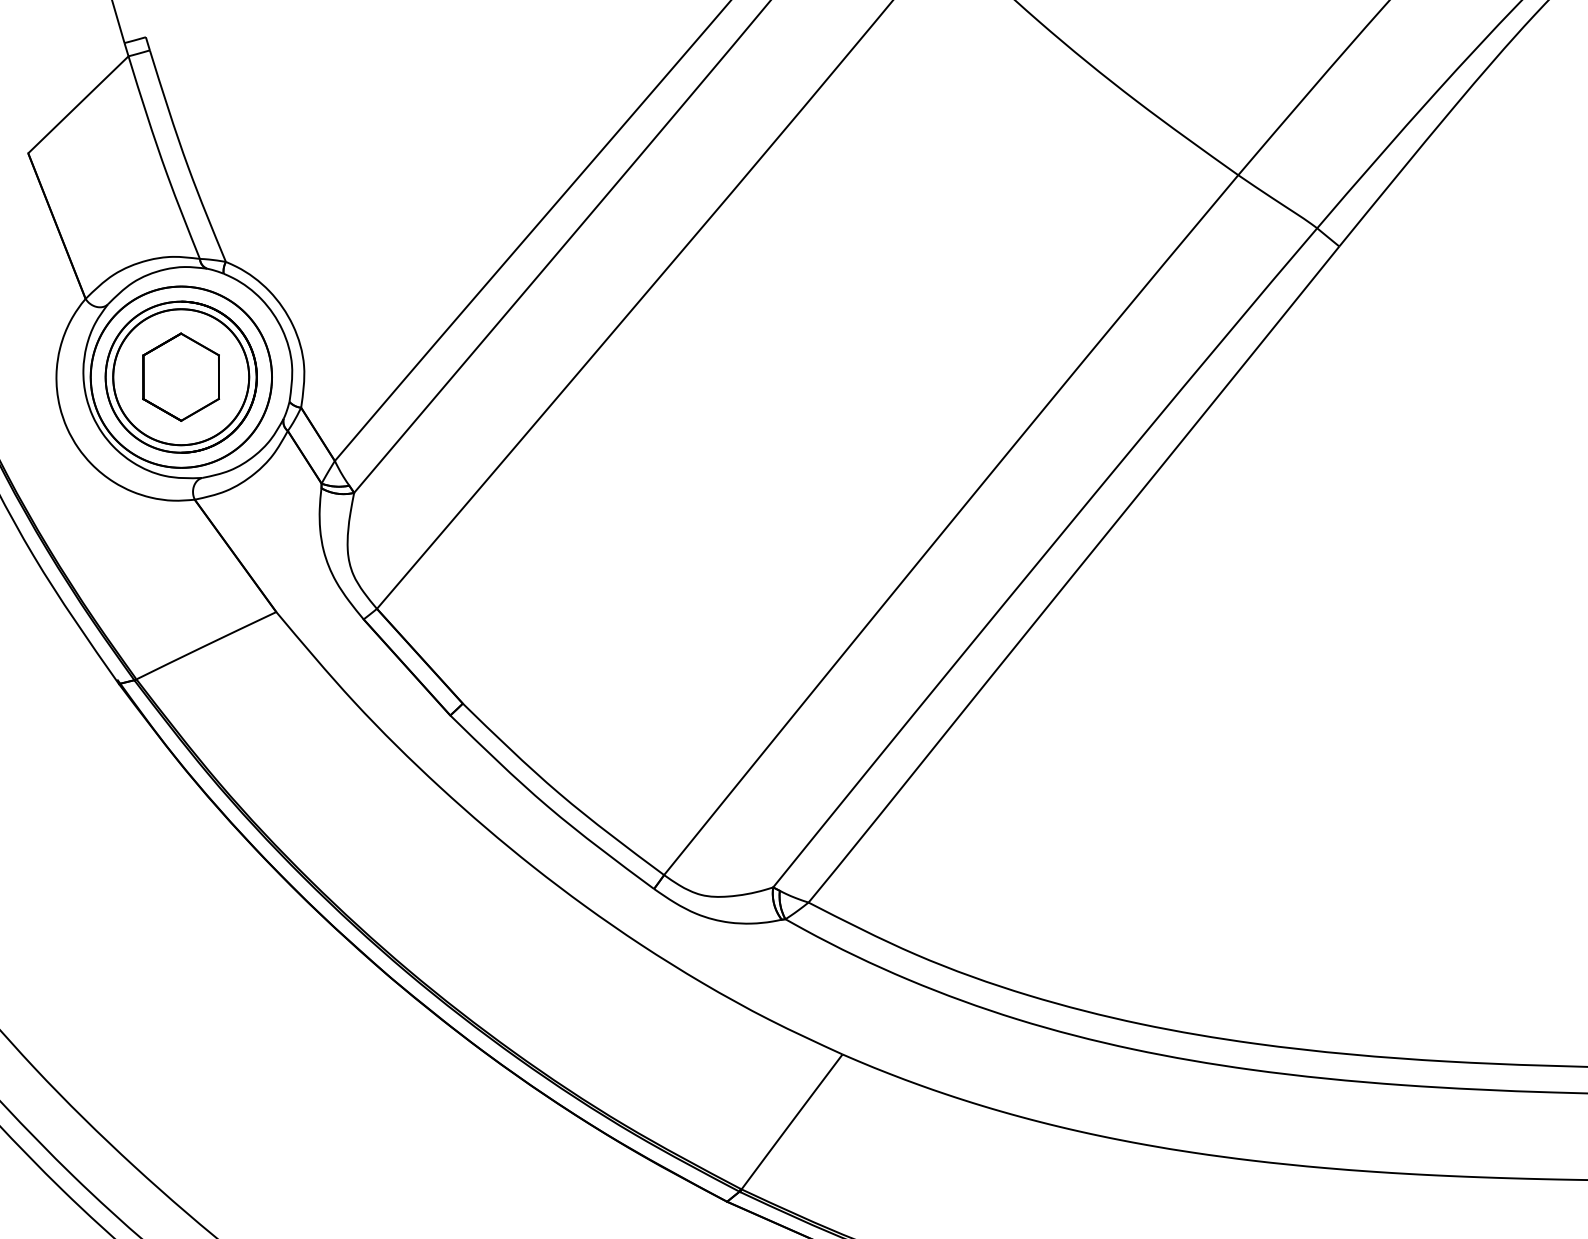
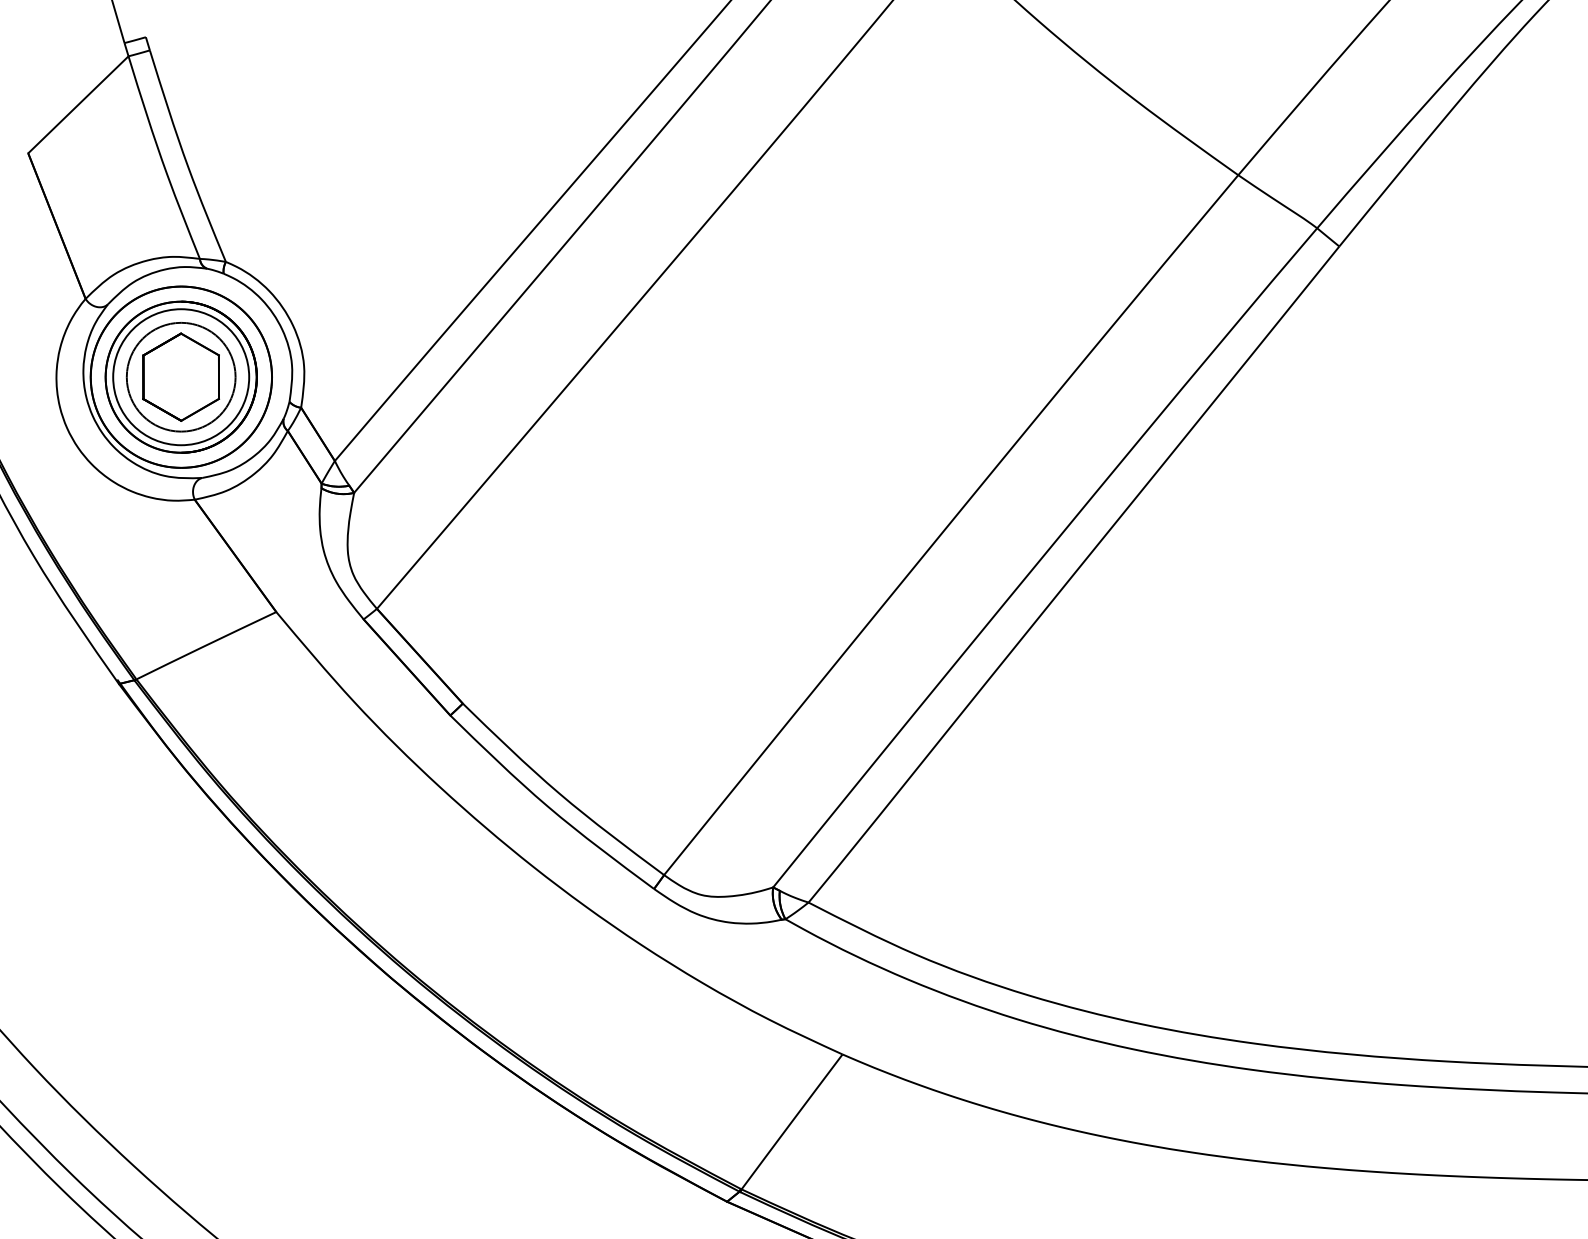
circle at (181, 377) diameter: 136 px -> 109 px
